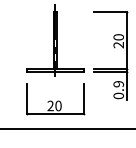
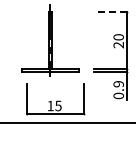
line at (109, 11): solid -> dashed
part at (55, 40) position: (55, 40) -> (50, 40)
text at (54, 105): 20 -> 15
line at (67, 128) position: (67, 128) -> (67, 122)
